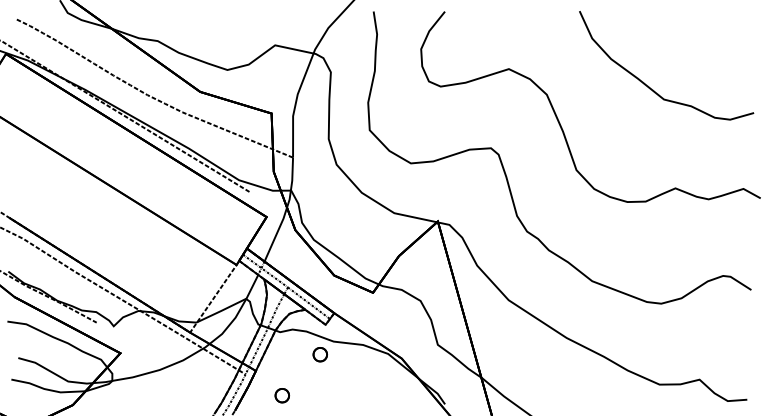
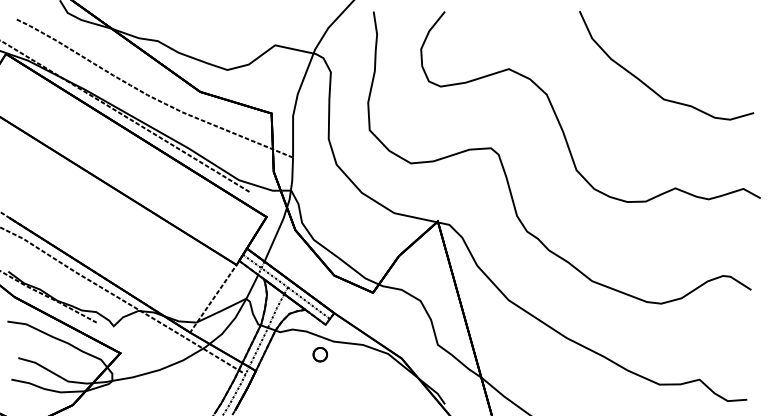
part at (281, 395): present -> none
